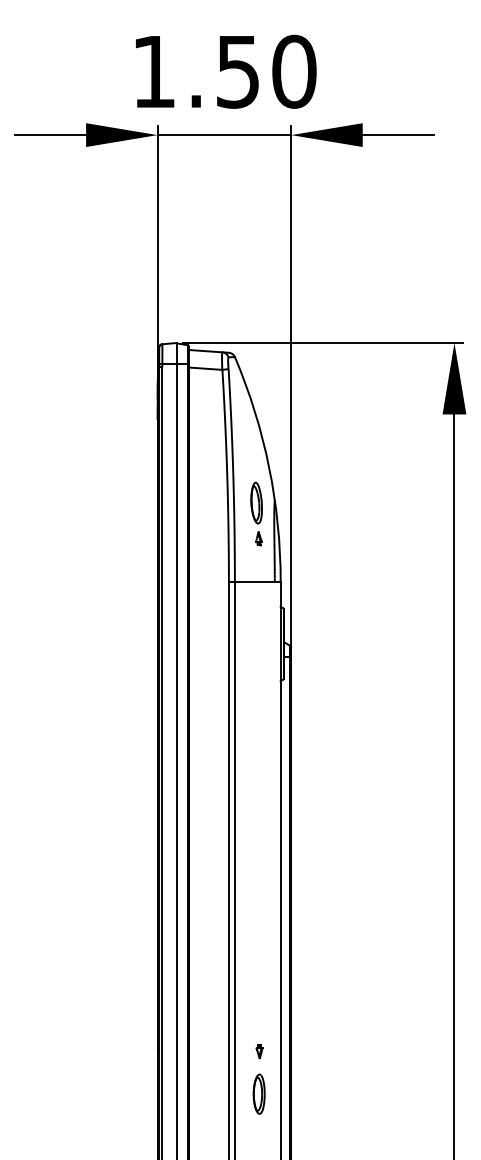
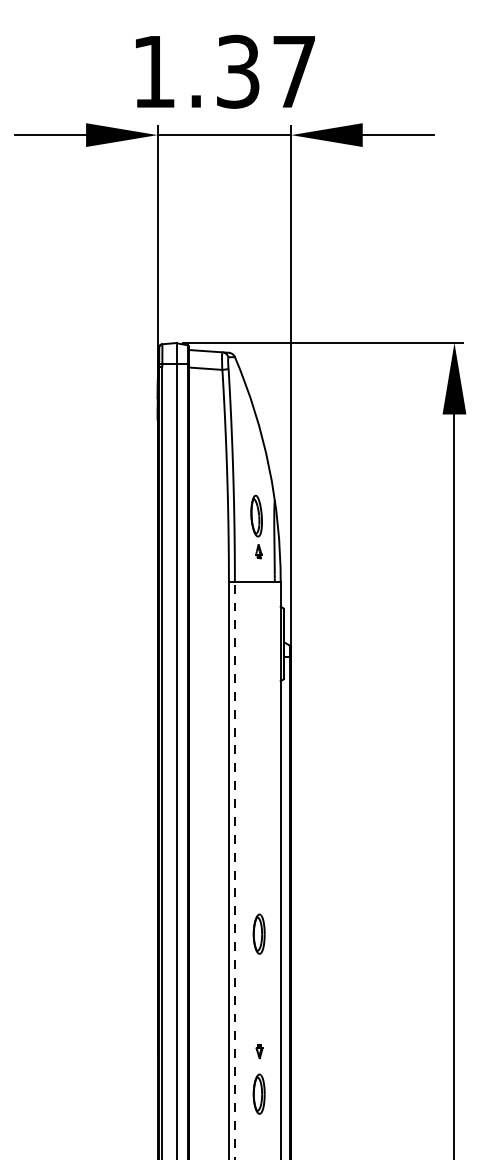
text at (266, 71): 1.50 -> 1.37
part at (256, 513) position: (256, 513) -> (256, 526)
line at (234, 870): solid -> dashed
part at (258, 933): none -> present
